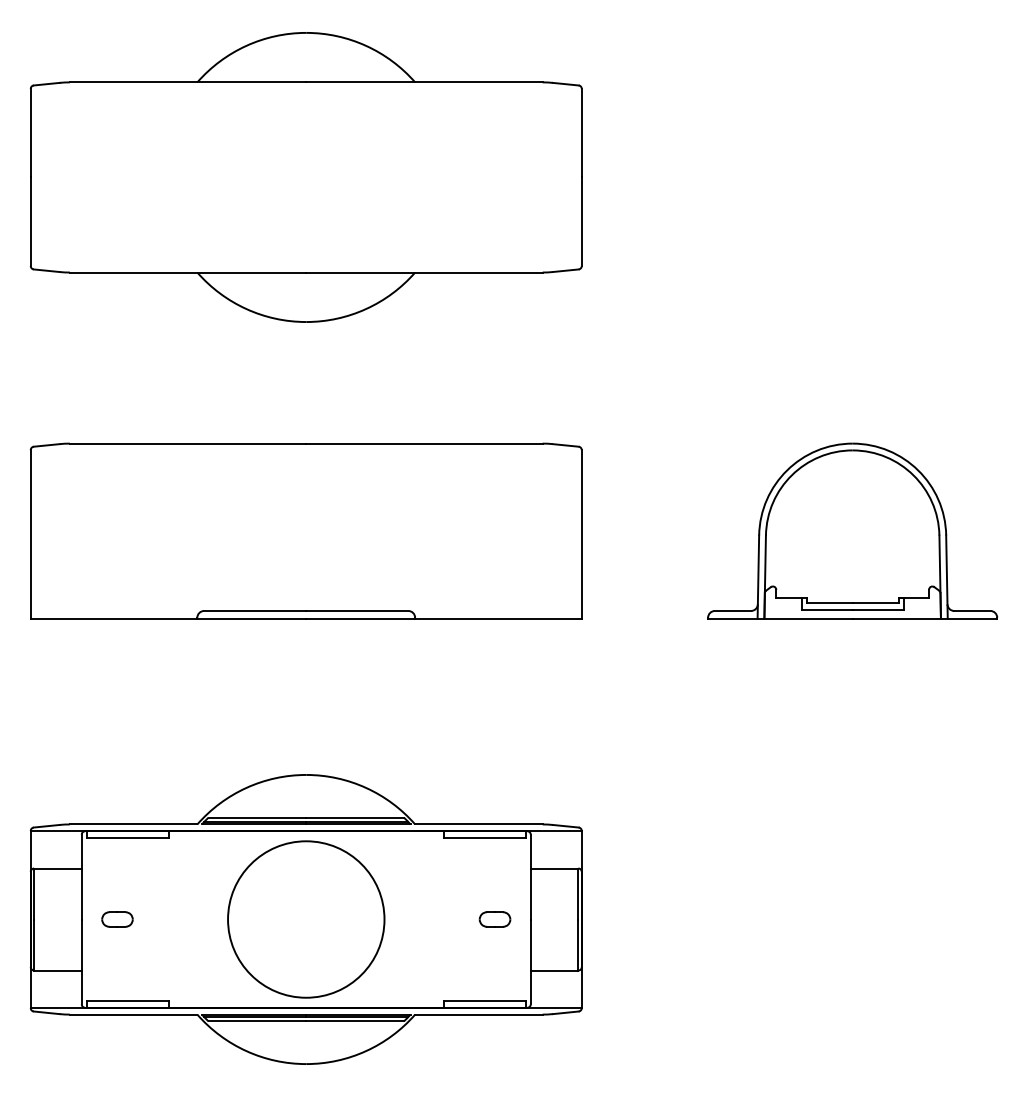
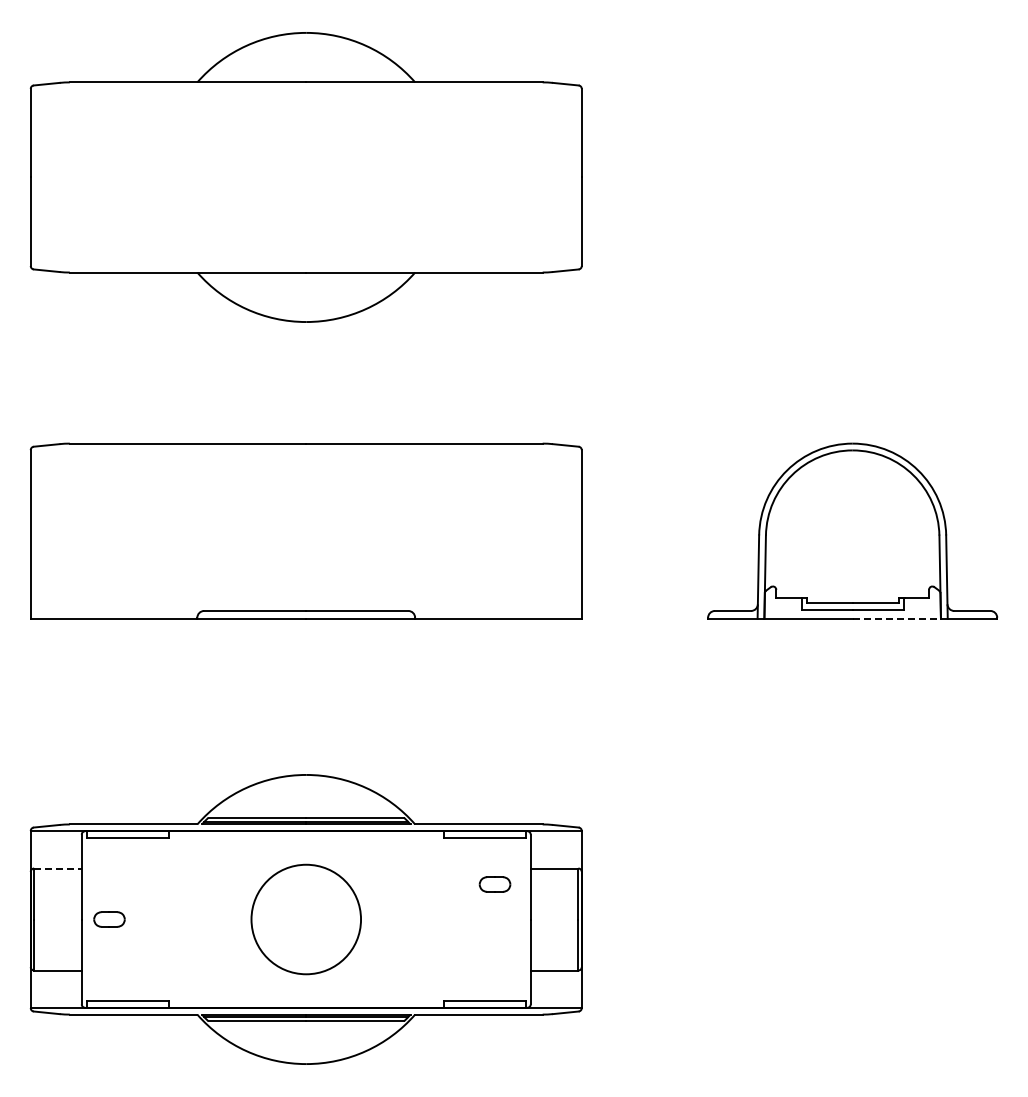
line at (897, 618): solid -> dashed
line at (57, 868): solid -> dashed
part at (117, 919) position: (117, 919) -> (109, 919)
circle at (306, 919) diameter: 156 px -> 110 px
part at (494, 919) position: (494, 919) -> (494, 884)
